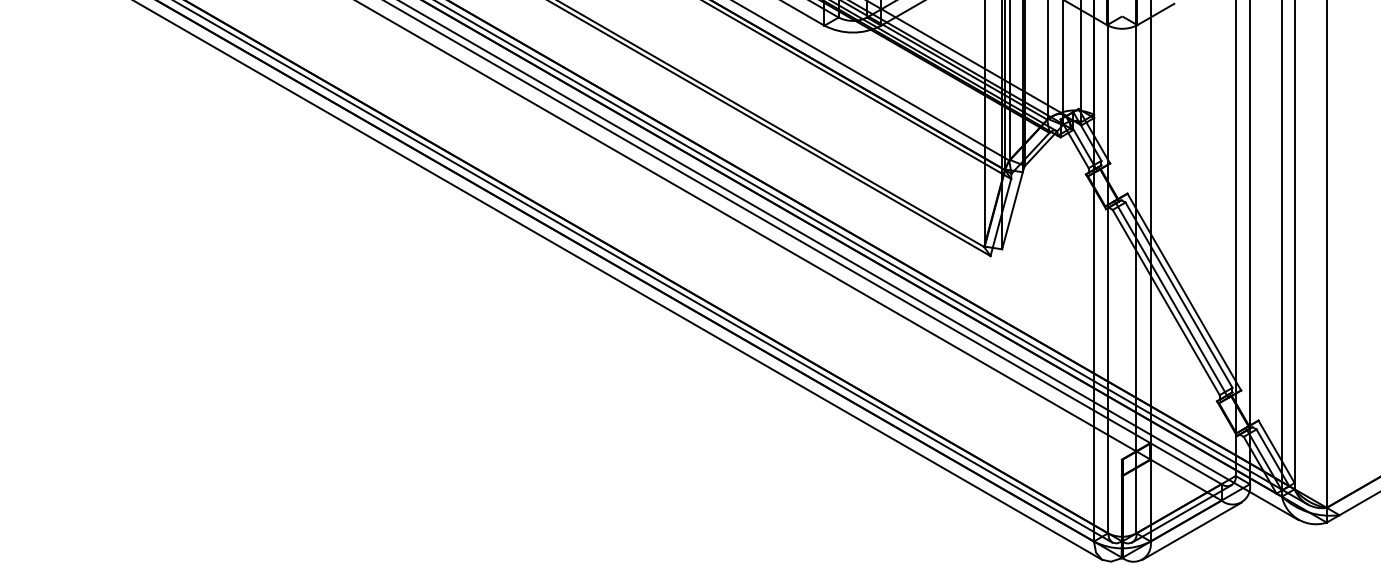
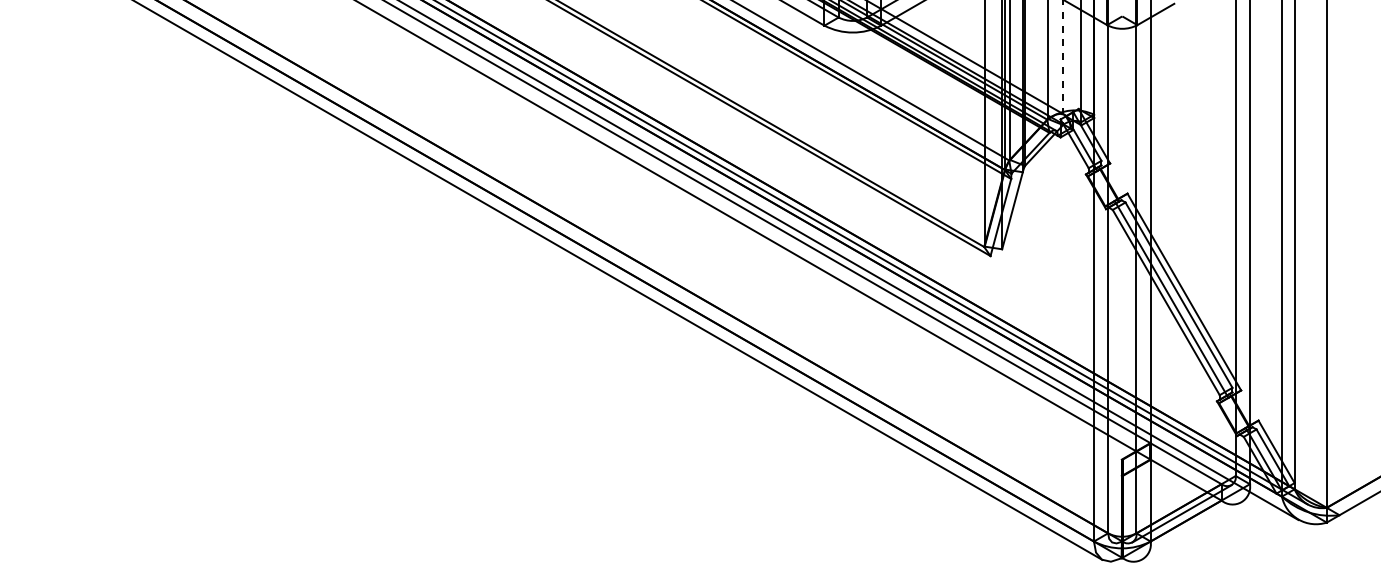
line at (1063, 63): solid -> dashed
line at (643, 272): present -> none
line at (1191, 530): present -> none
